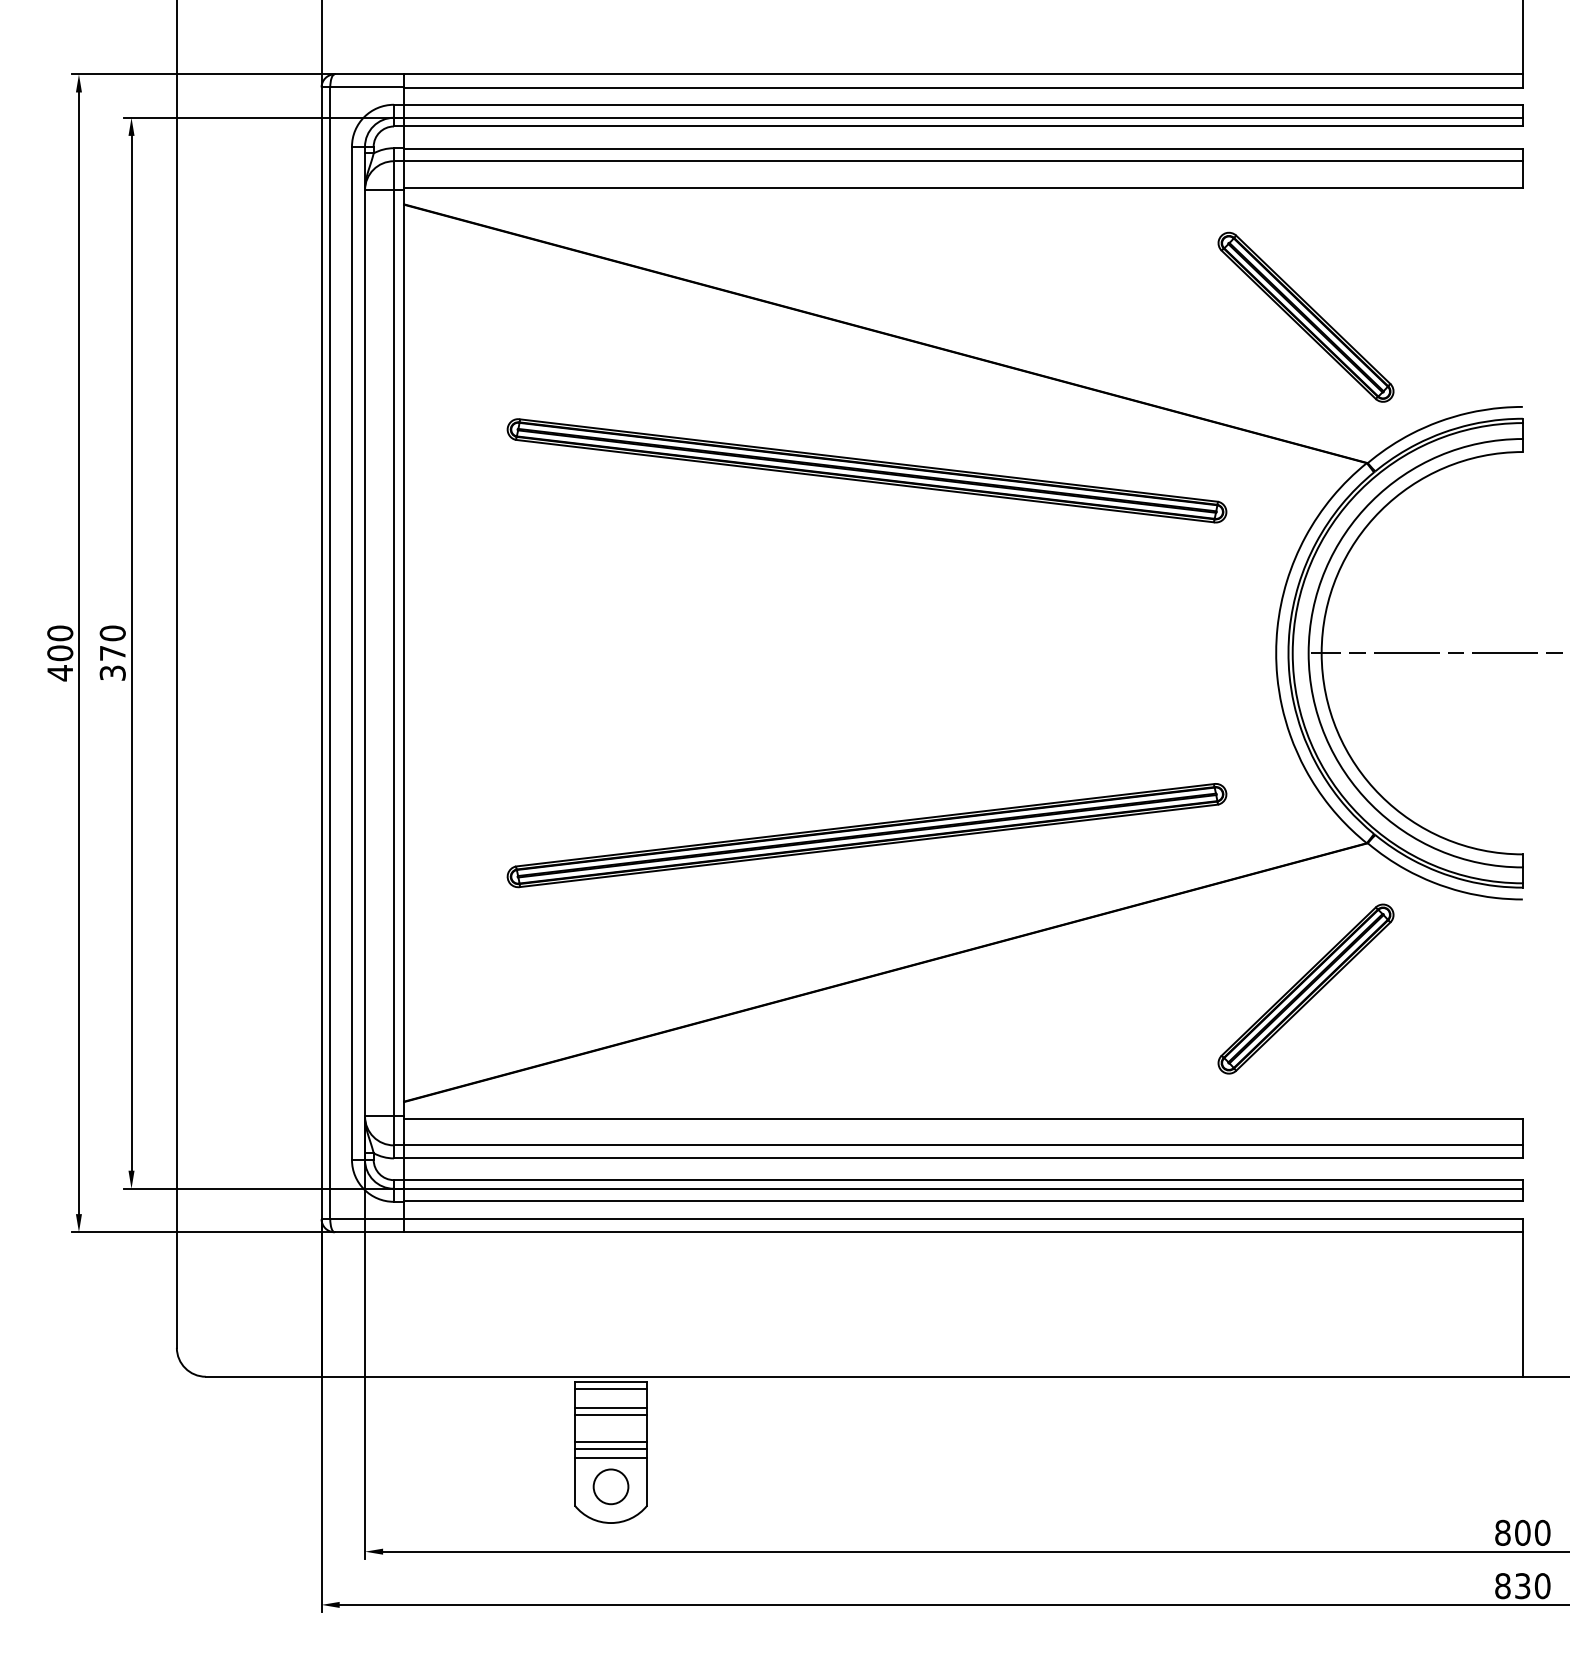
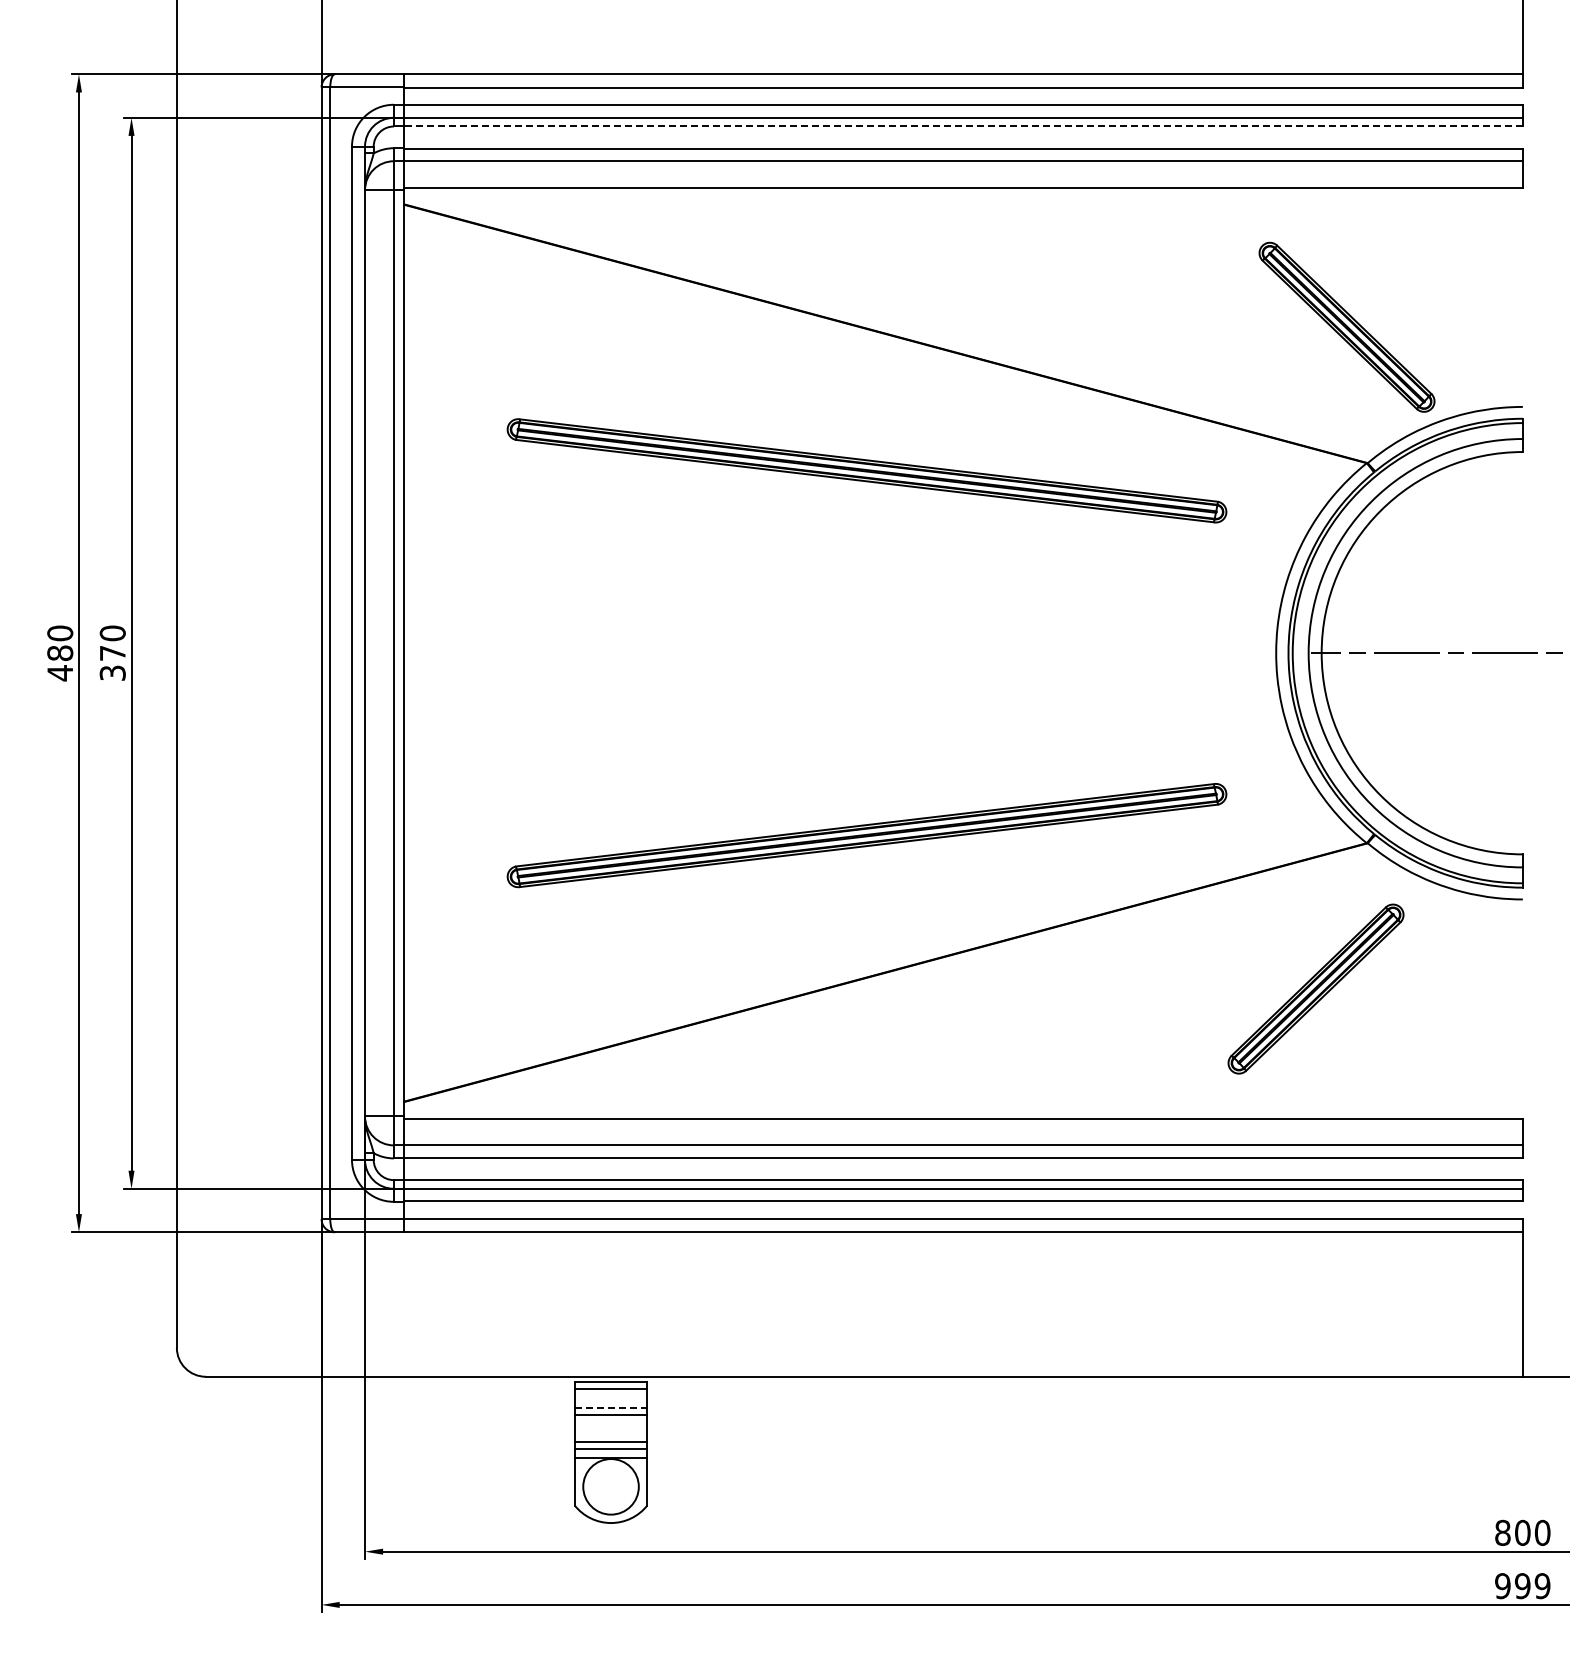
line at (962, 126): solid -> dashed
part at (1305, 316) position: (1305, 316) -> (1346, 326)
text at (60, 653): 400 -> 480
part at (1305, 988) position: (1305, 988) -> (1315, 988)
line at (611, 1407): solid -> dashed
circle at (610, 1486) diameter: 35 px -> 56 px
text at (1522, 1586): 830 -> 999
